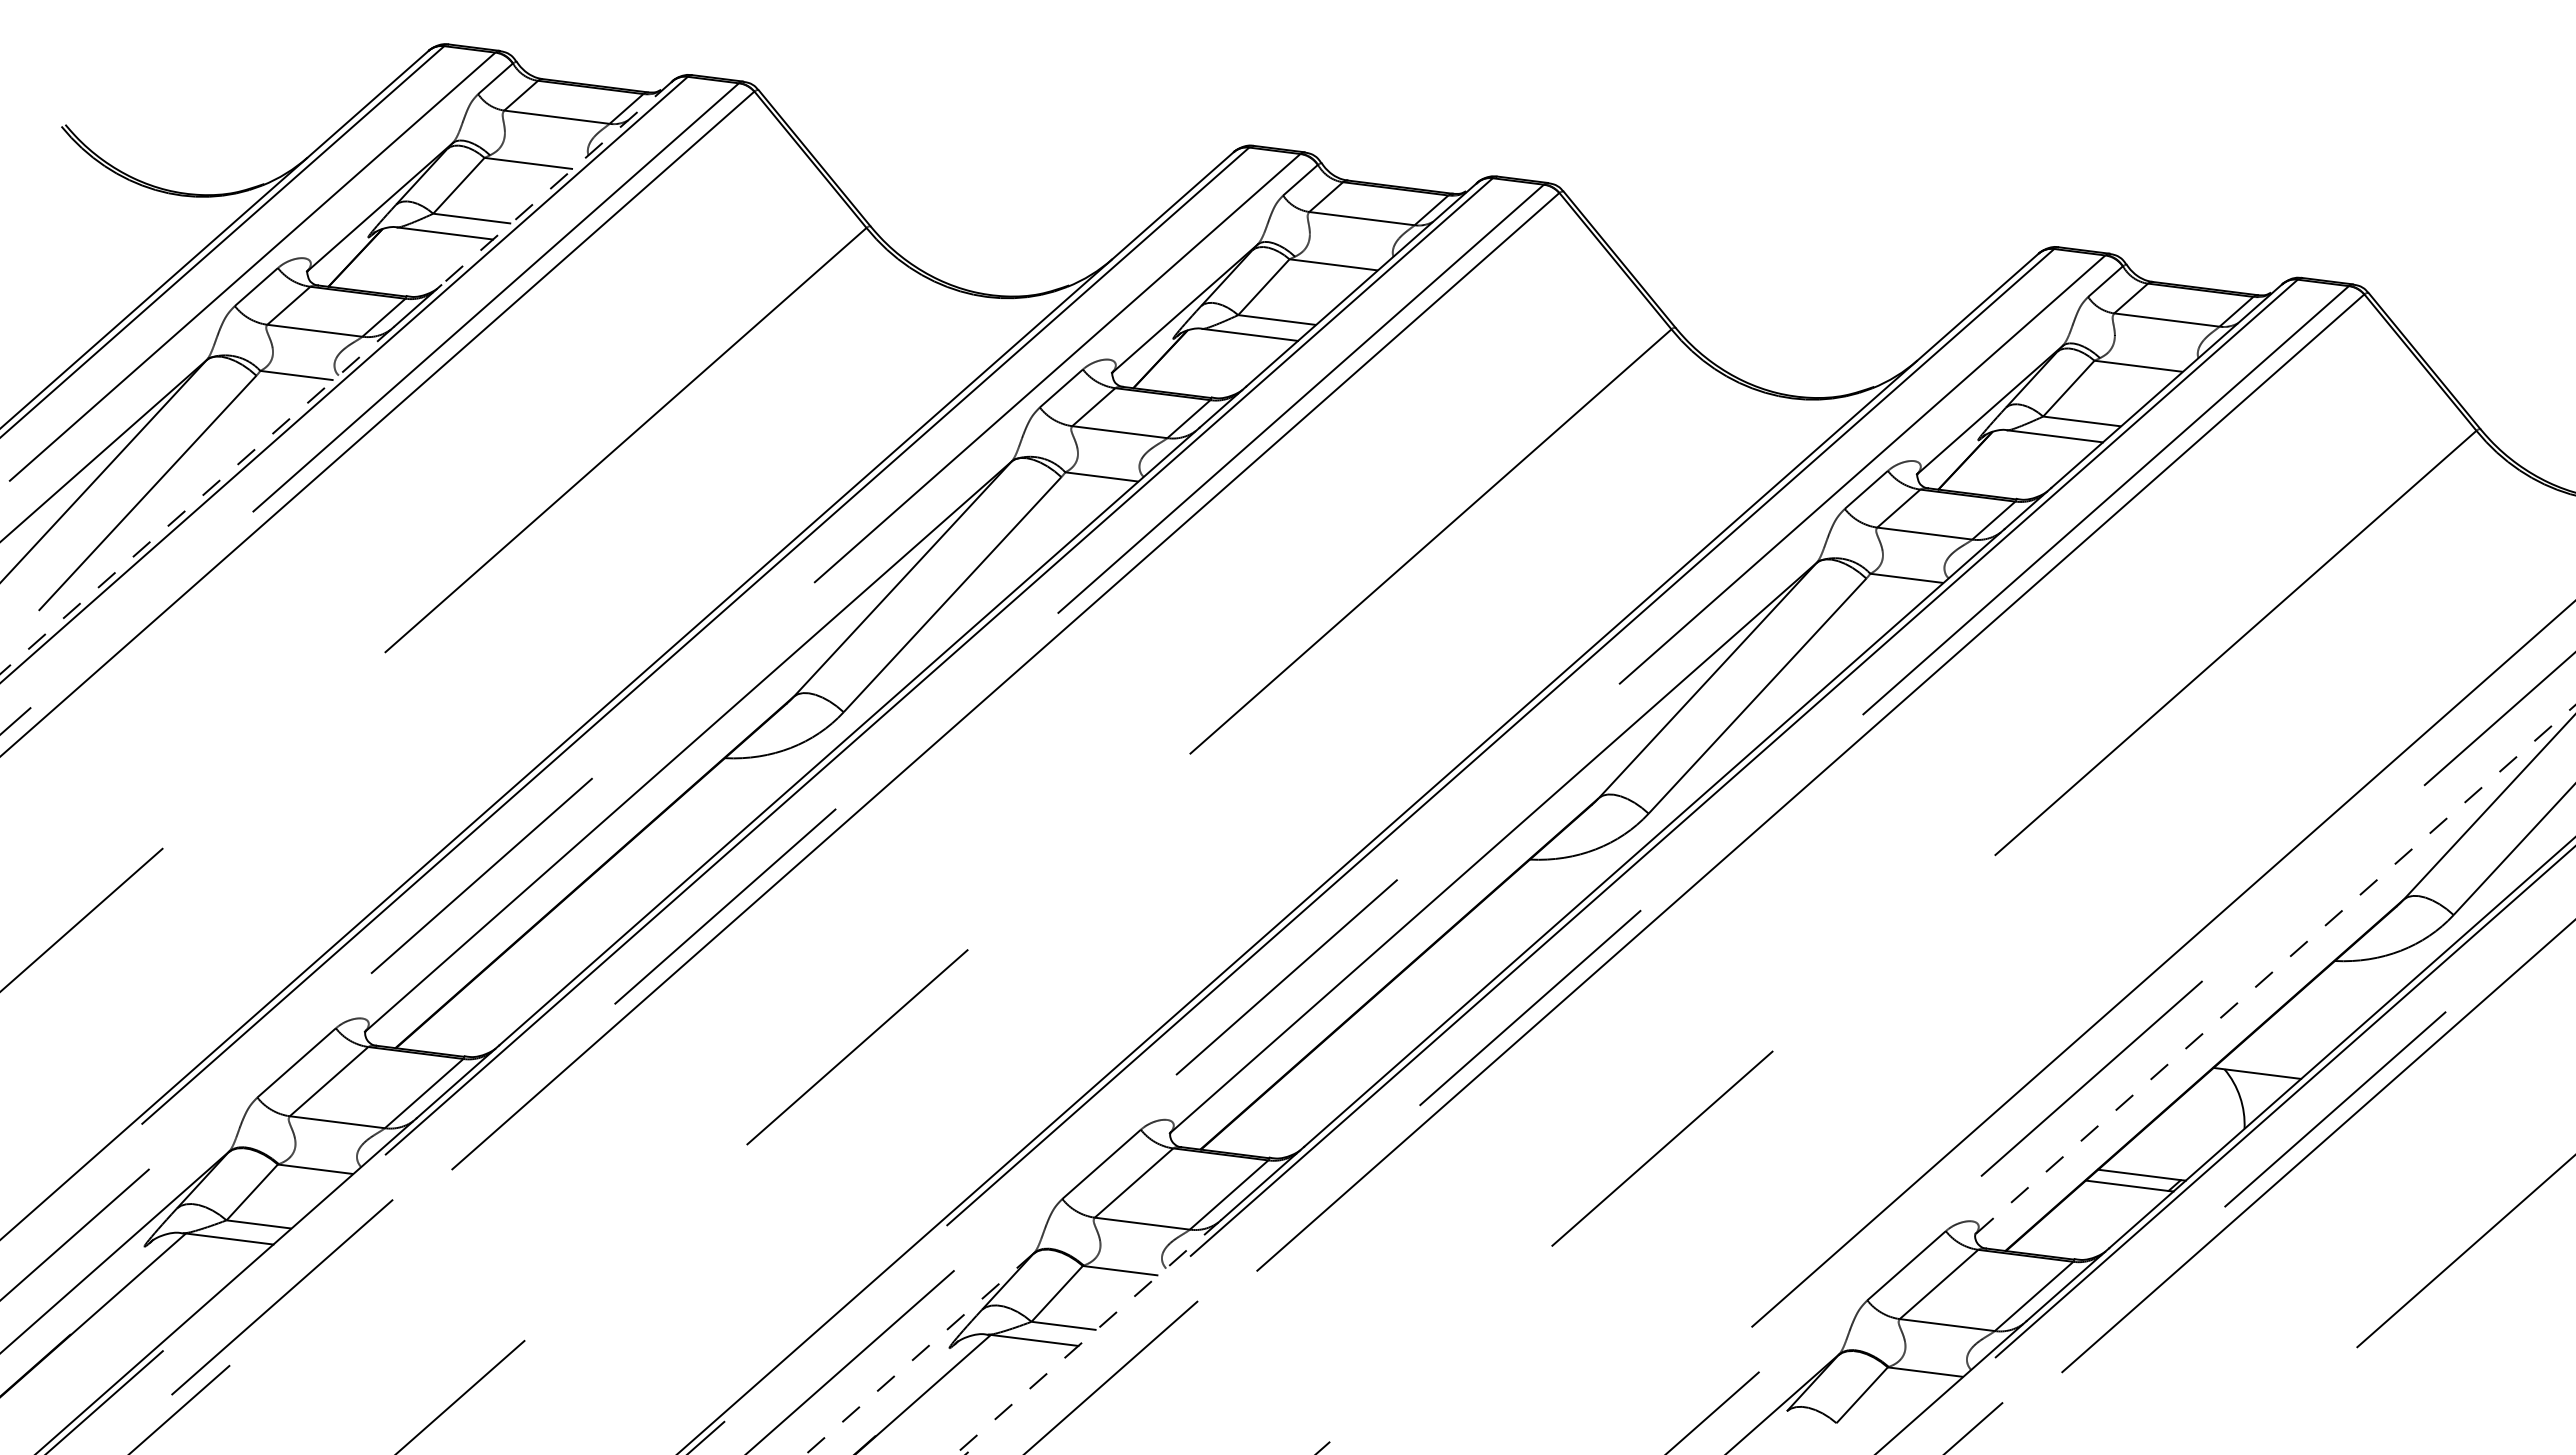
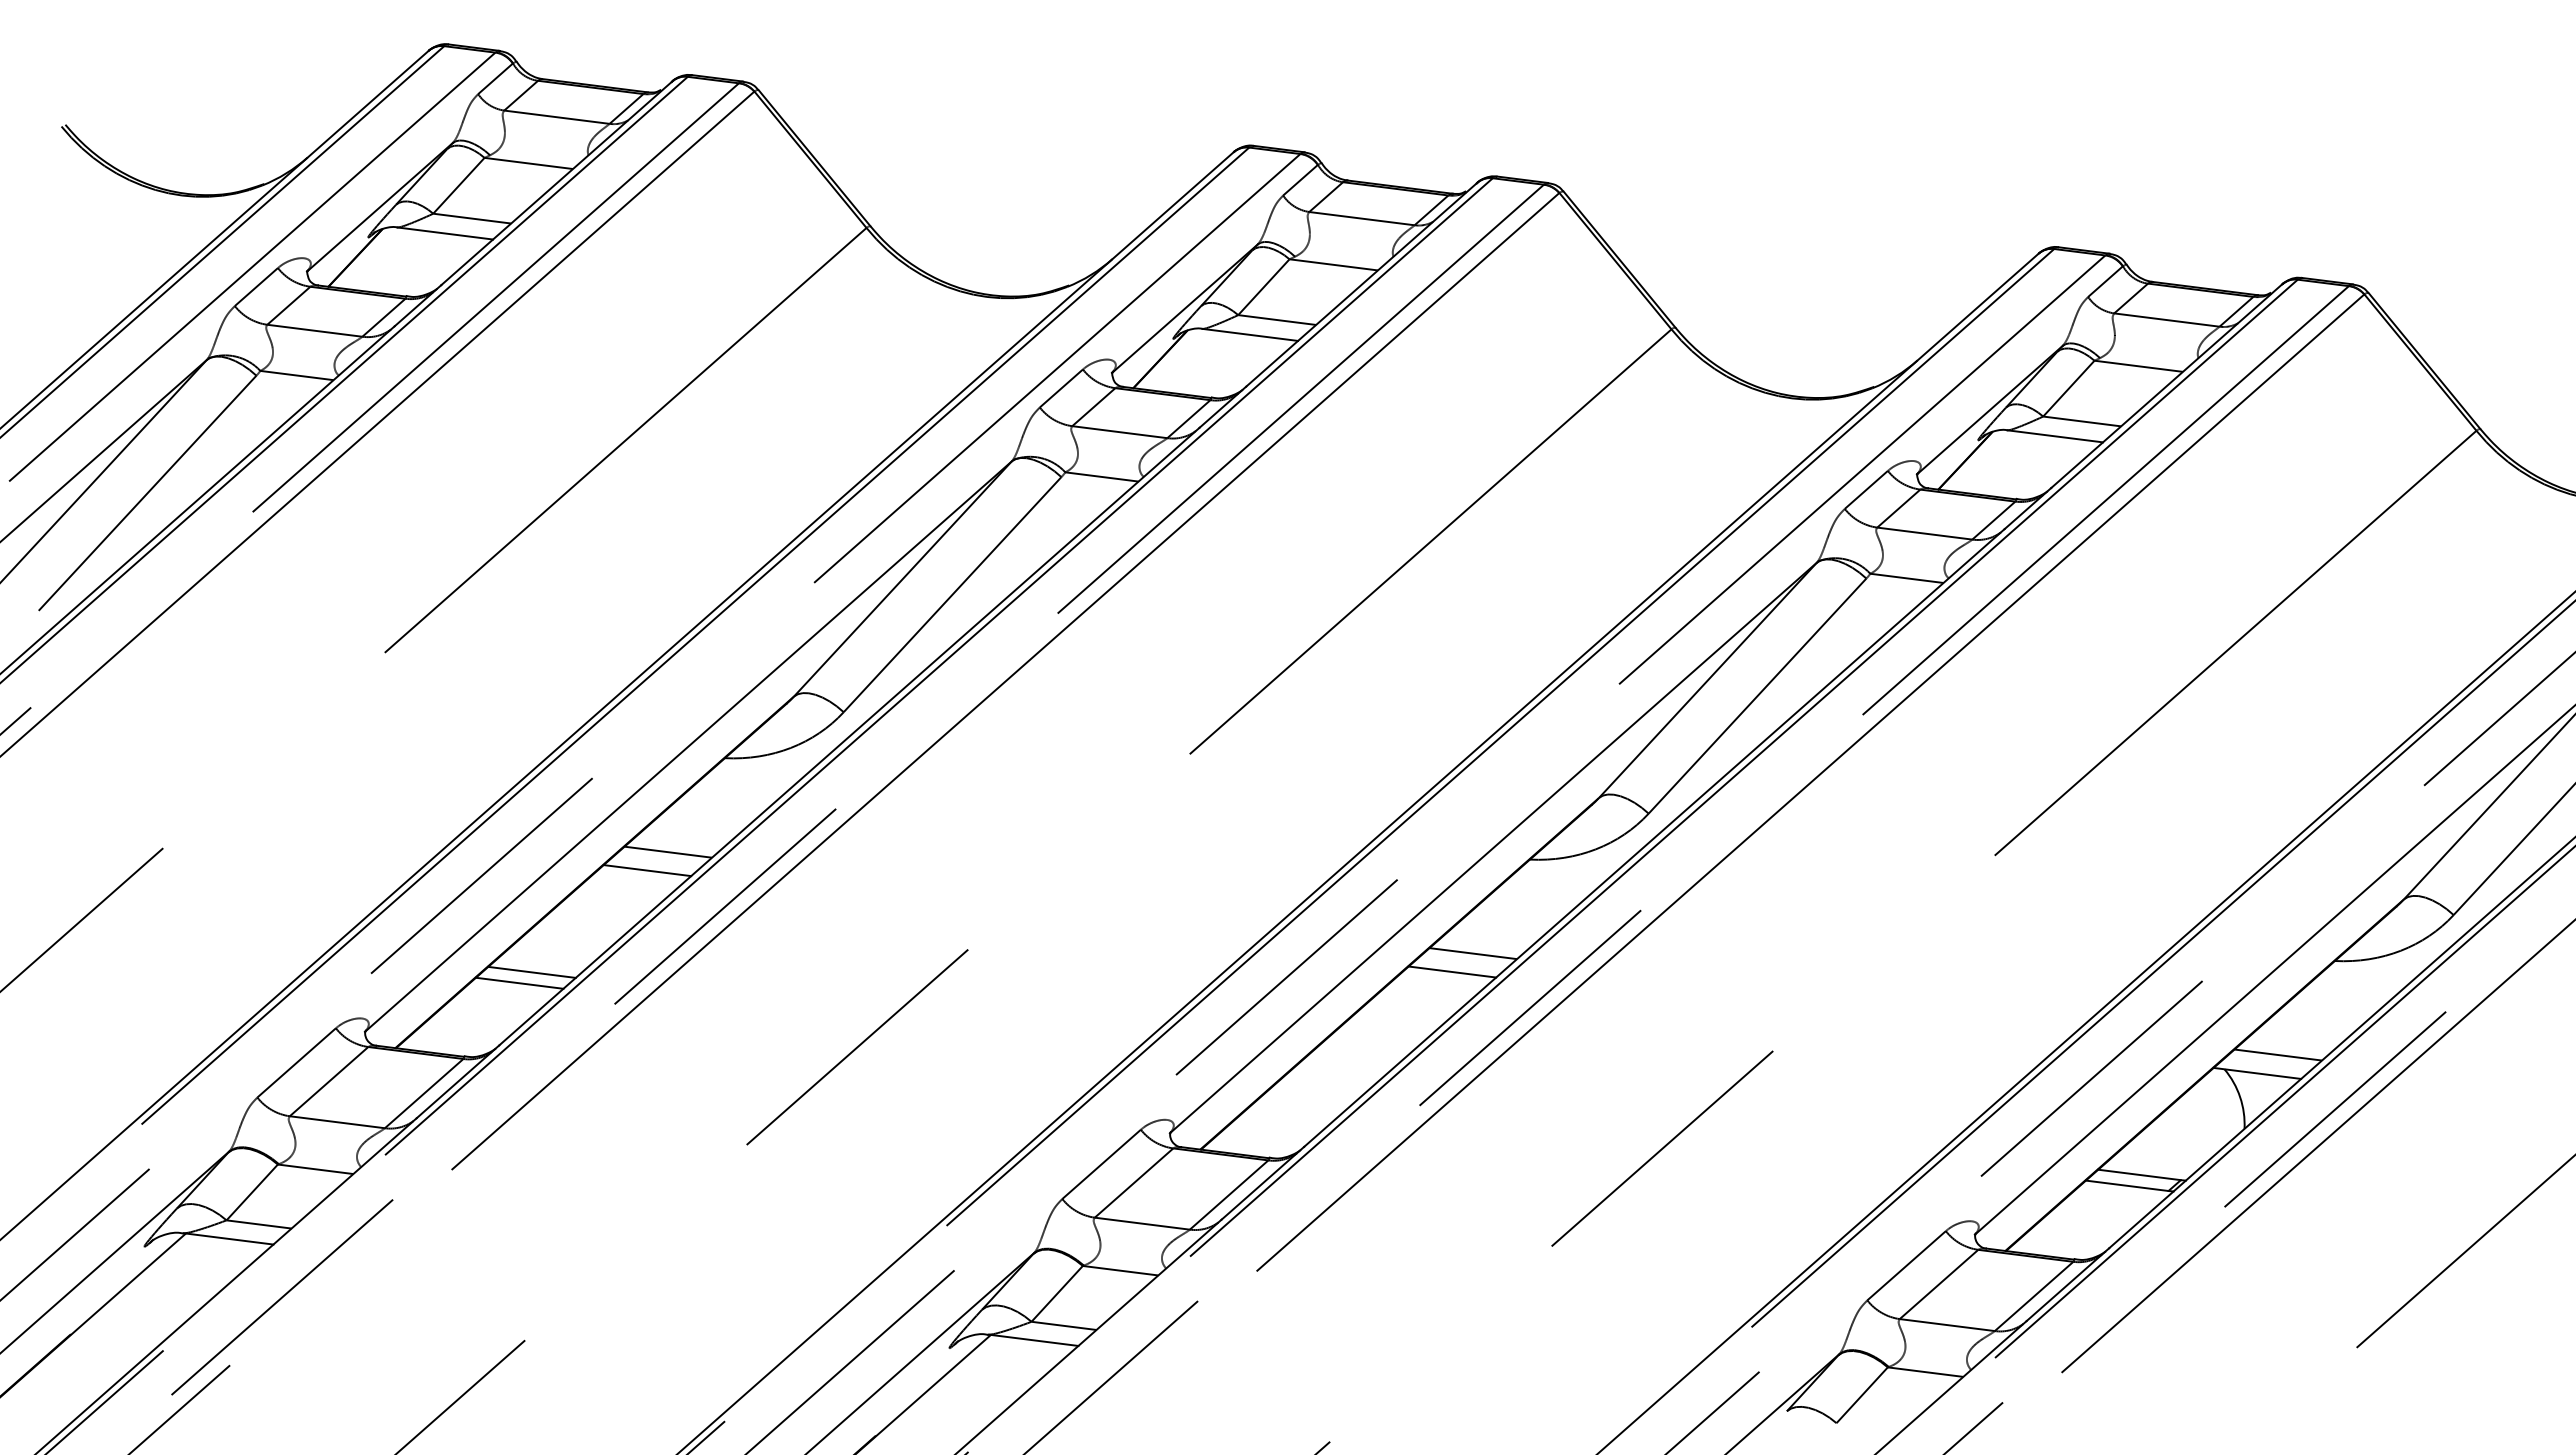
line at (556, 183): dashed -> solid
line at (197, 500): dashed -> solid
line at (668, 851): none -> present
line at (647, 870): none -> present
line at (1473, 953): none -> present
line at (2275, 969): dashed -> solid
line at (531, 971): none -> present
line at (1452, 971): none -> present
line at (519, 982): none -> present
line at (2086, 1022): none -> present
line at (2278, 1054): none -> present
line at (1088, 1337): dashed -> solid
line at (919, 1354): dashed -> solid
